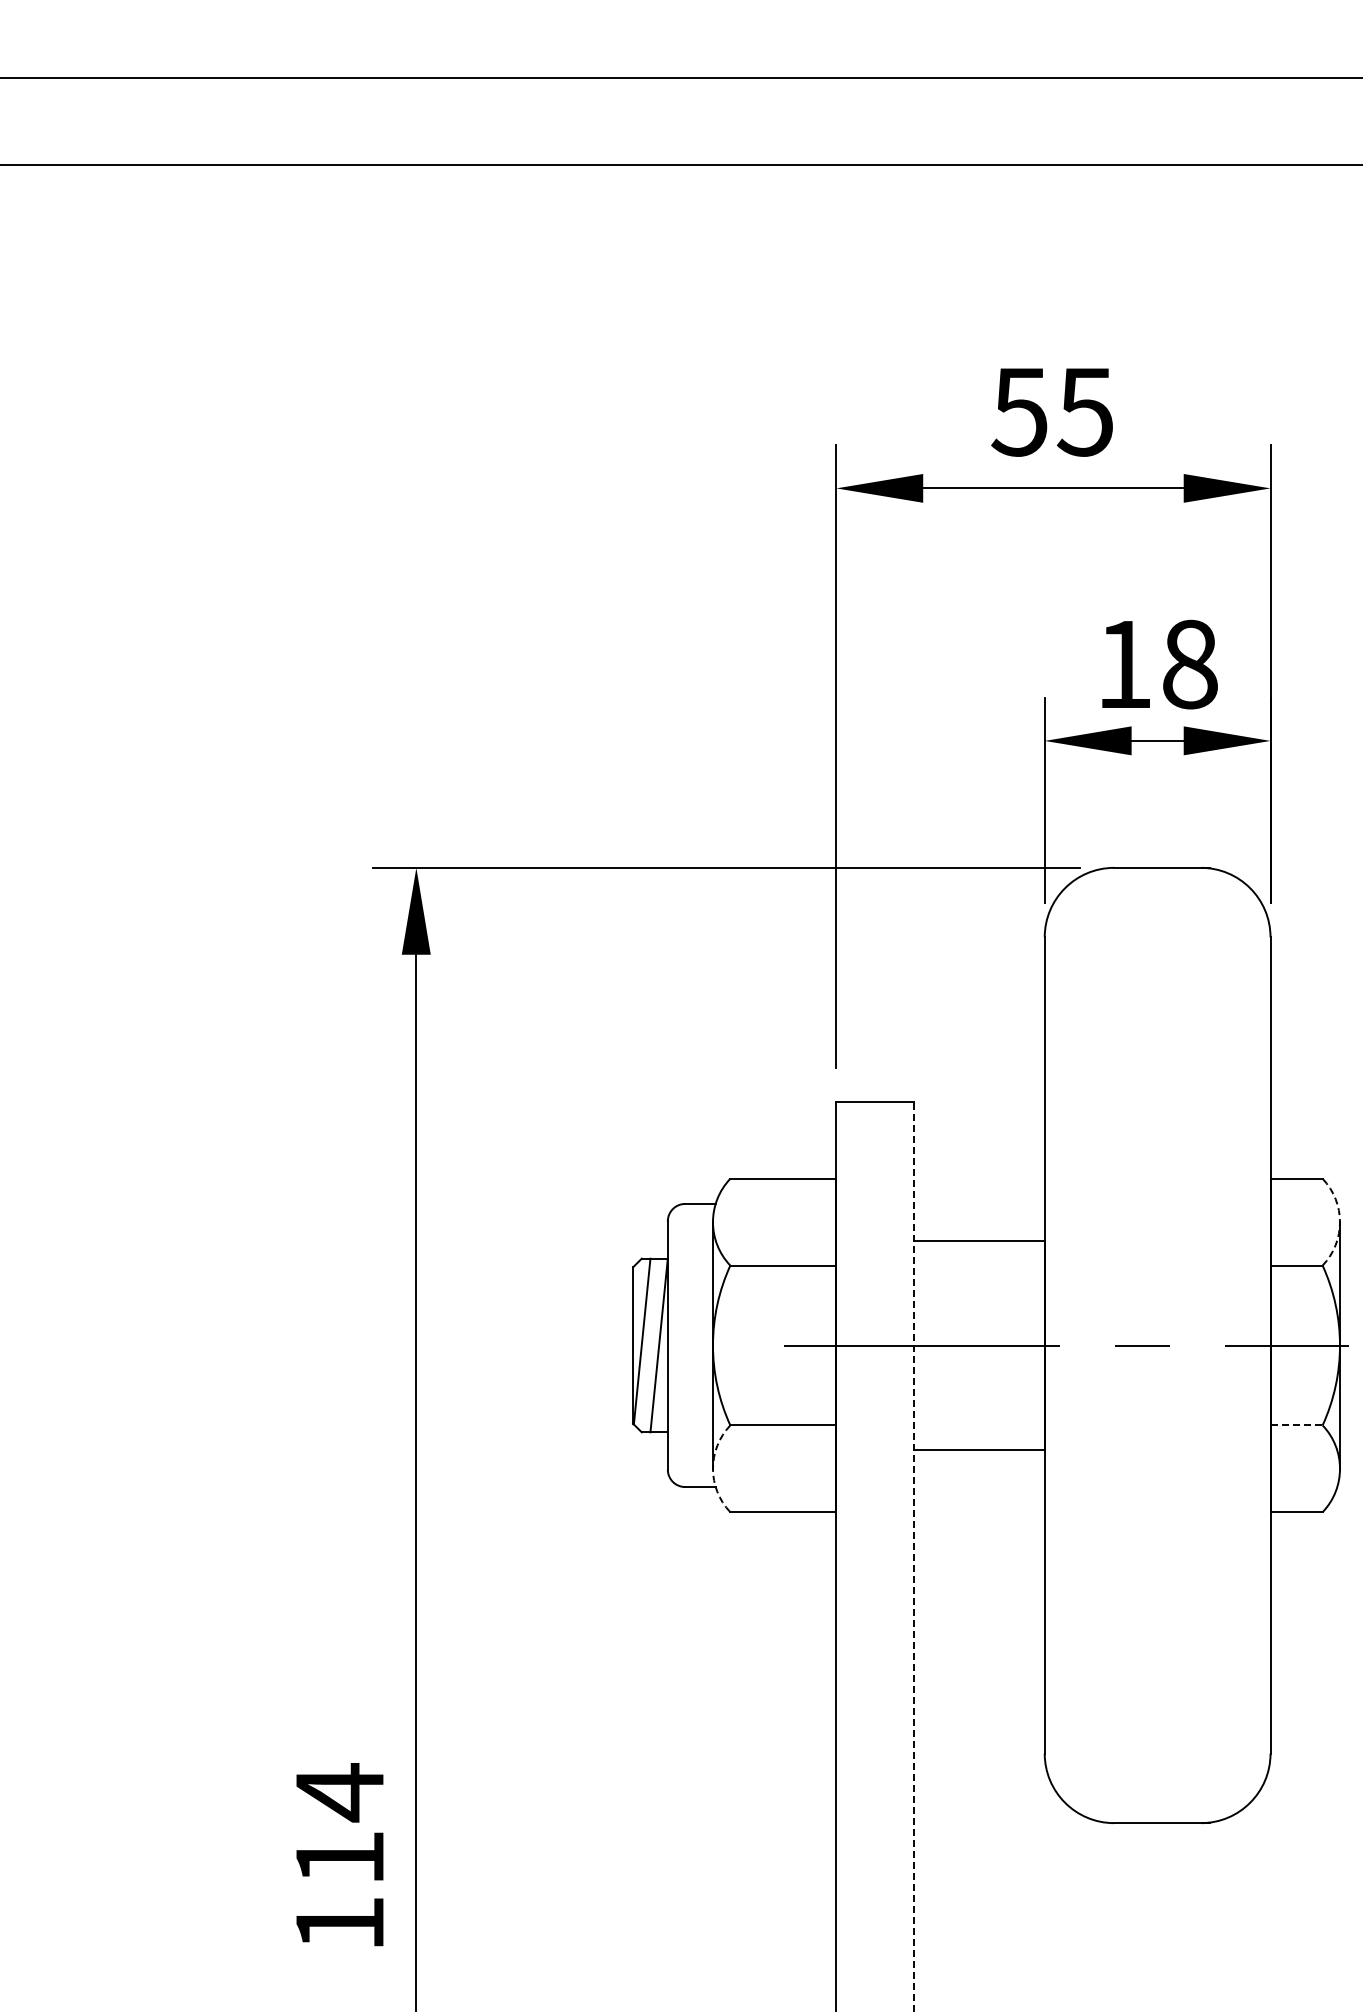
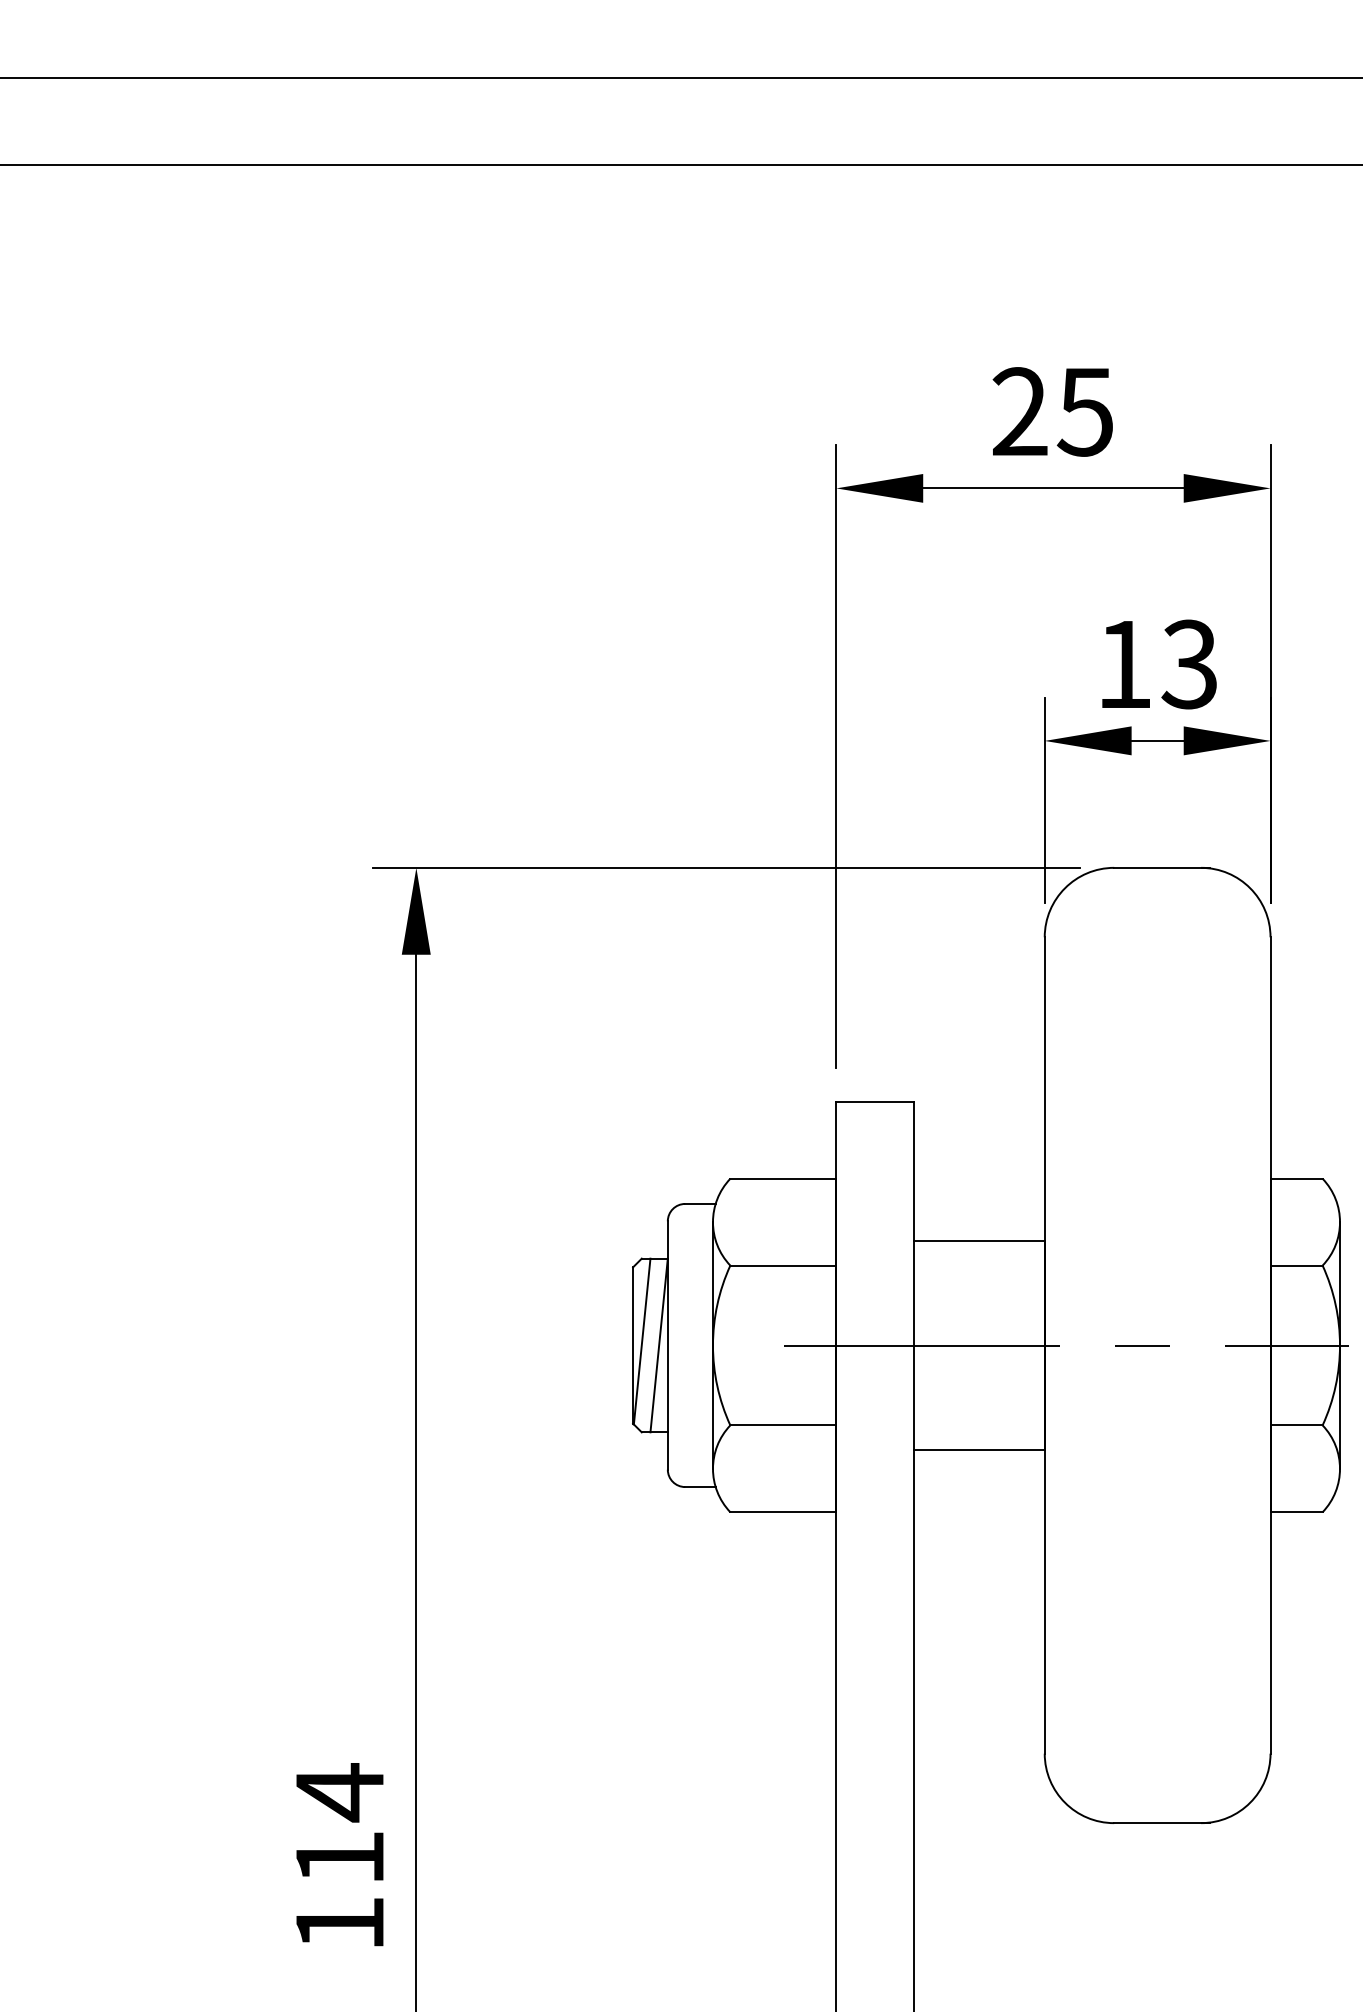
text at (1019, 411): 55 -> 25
text at (1189, 664): 18 -> 13
arc at (1340, 1222): dashed -> solid
line at (1297, 1425): dashed -> solid
arc at (712, 1468): dashed -> solid
line at (914, 1556): dashed -> solid
